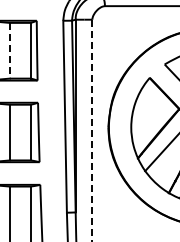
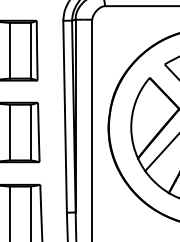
line at (9, 50): dashed -> solid
line at (92, 130): dashed -> solid
